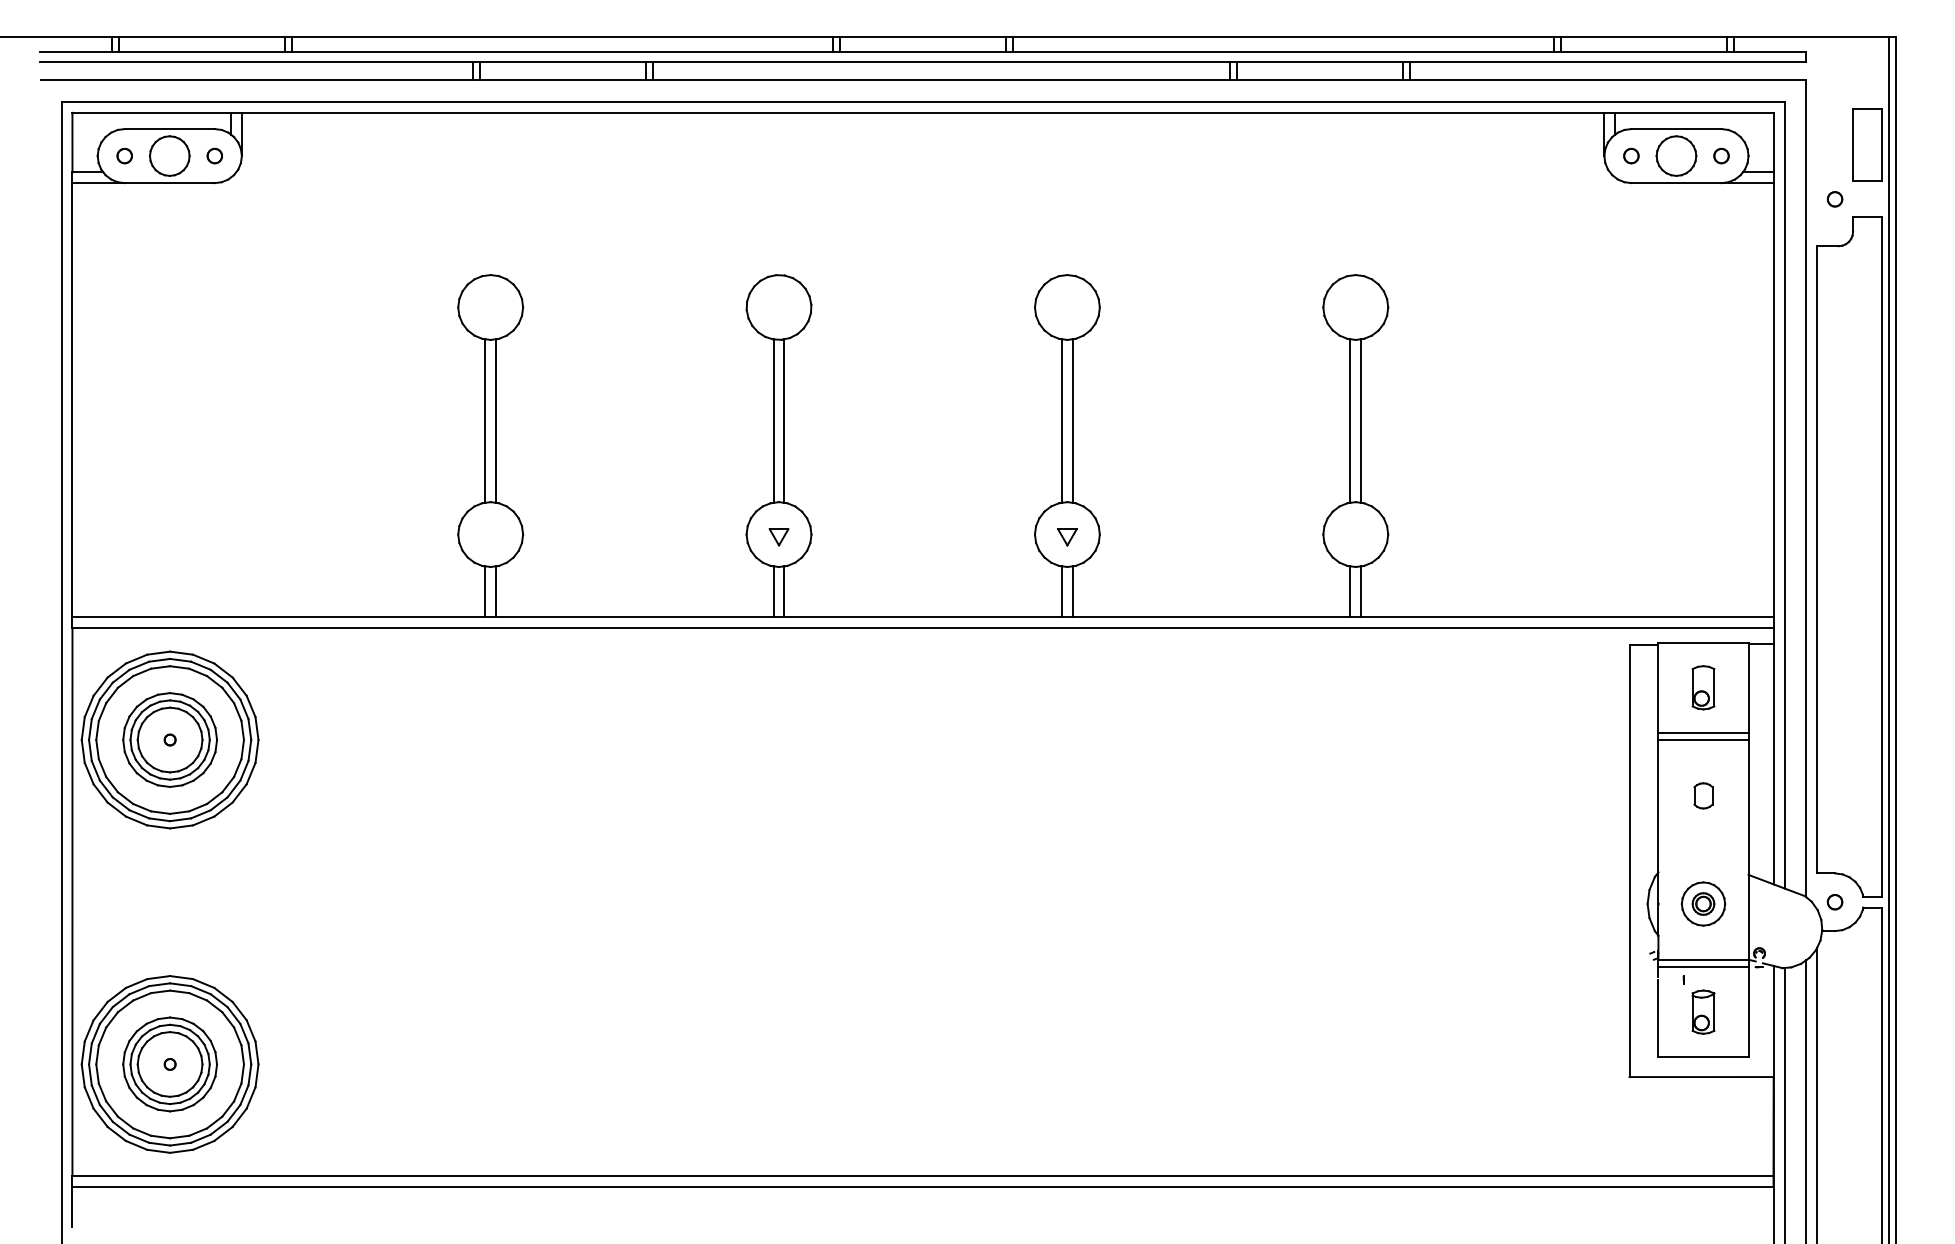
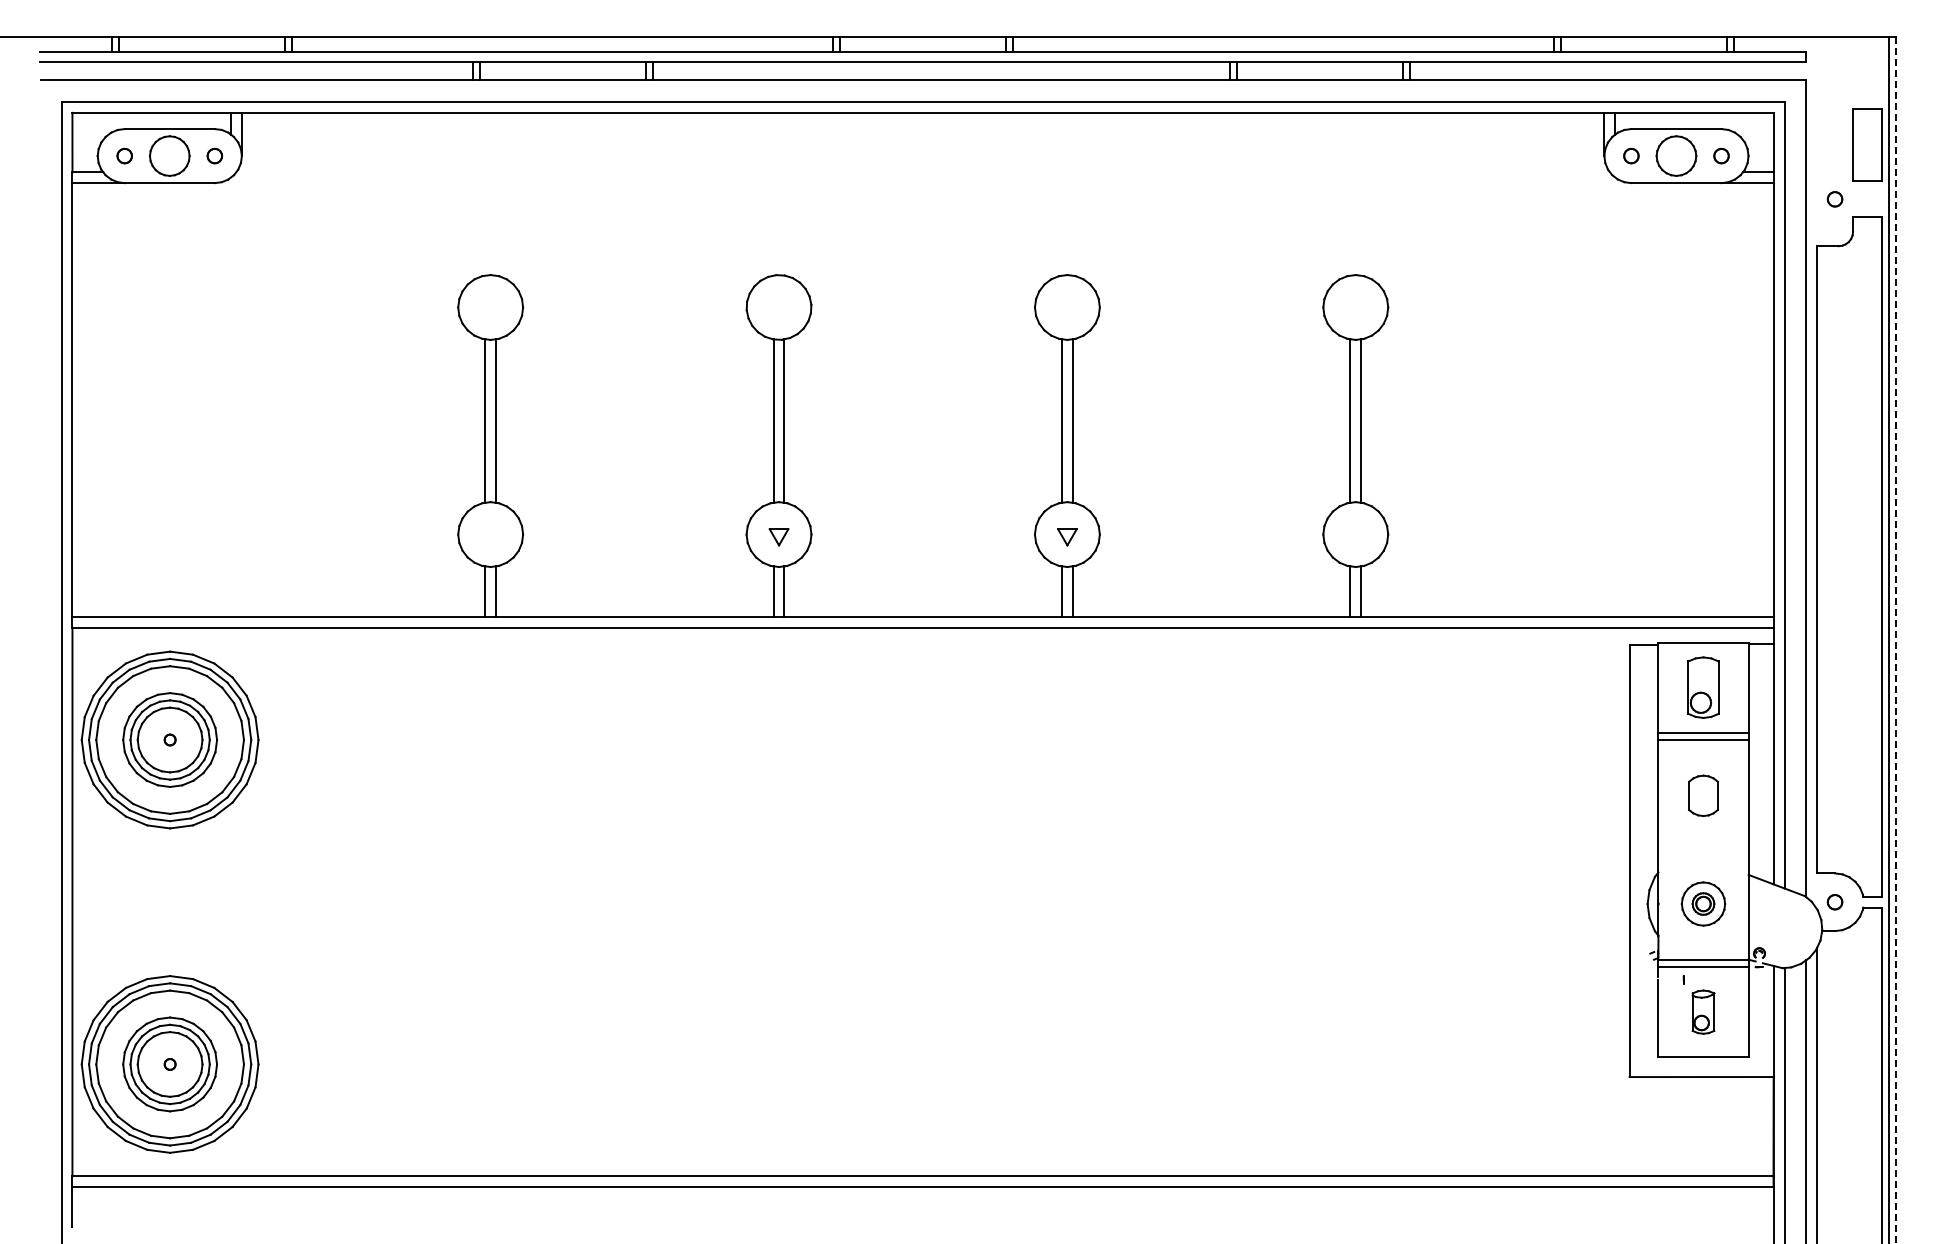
line at (1896, 641): solid -> dashed
part at (1703, 687) size: 25x46 px -> 33x63 px
part at (1703, 795) size: 21x28 px -> 31x43 px
